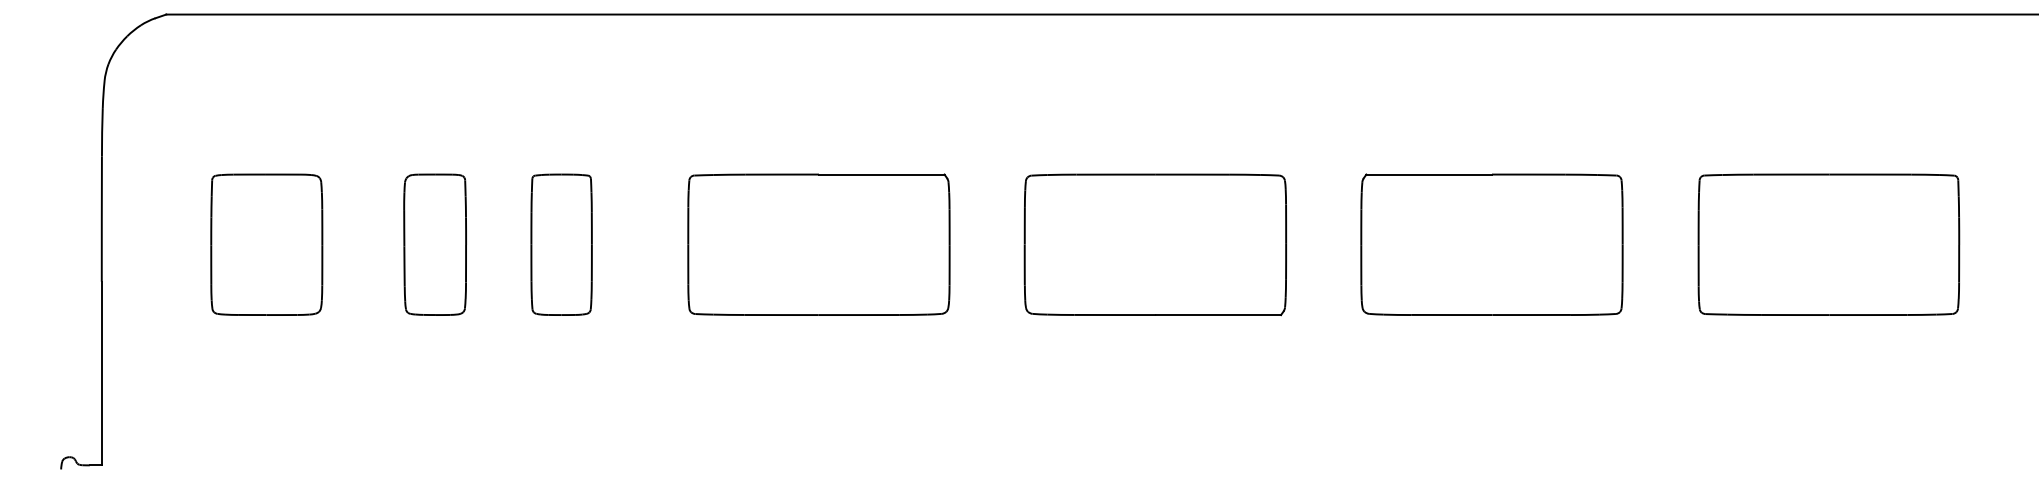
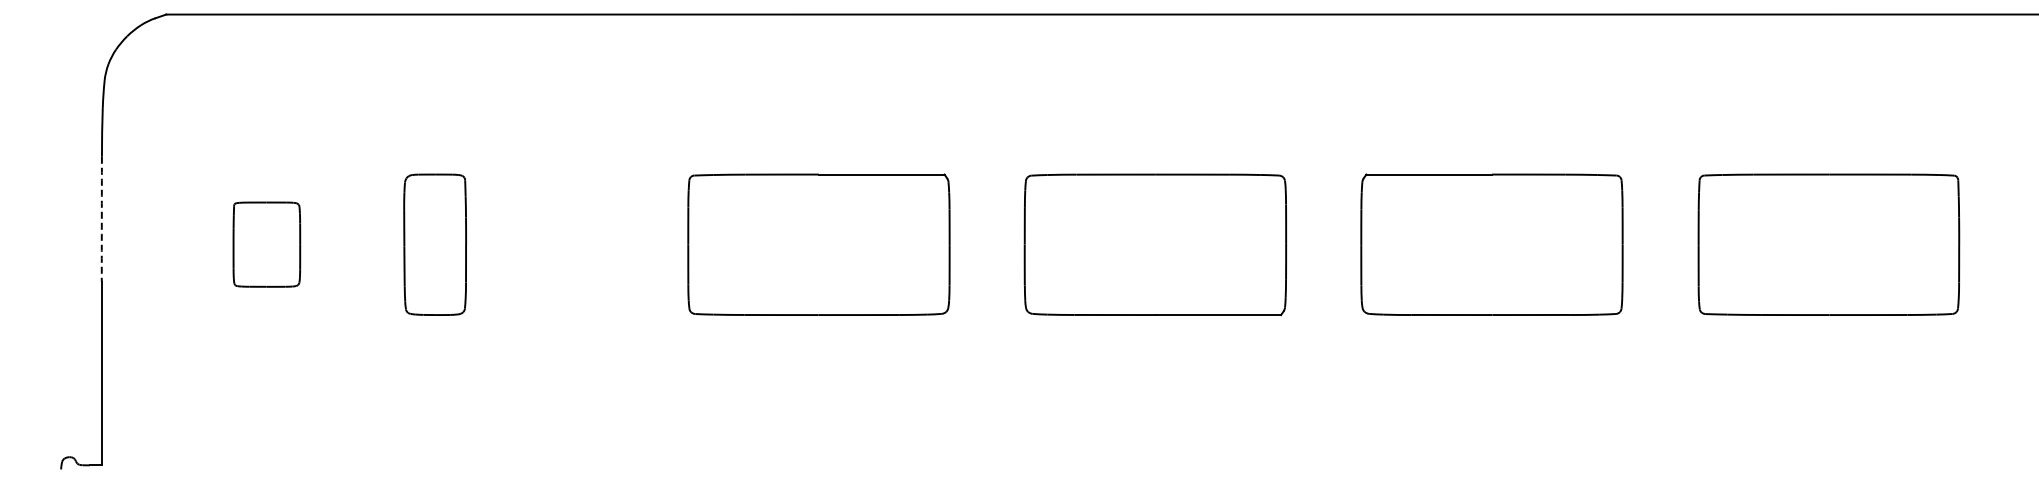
arc at (101, 219): solid -> dashed
part at (266, 244) size: 114x143 px -> 70x87 px
part at (561, 244): present -> none
